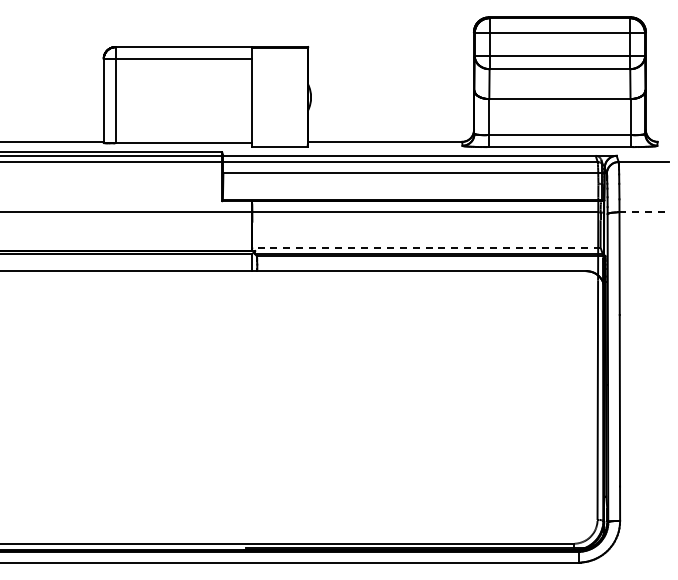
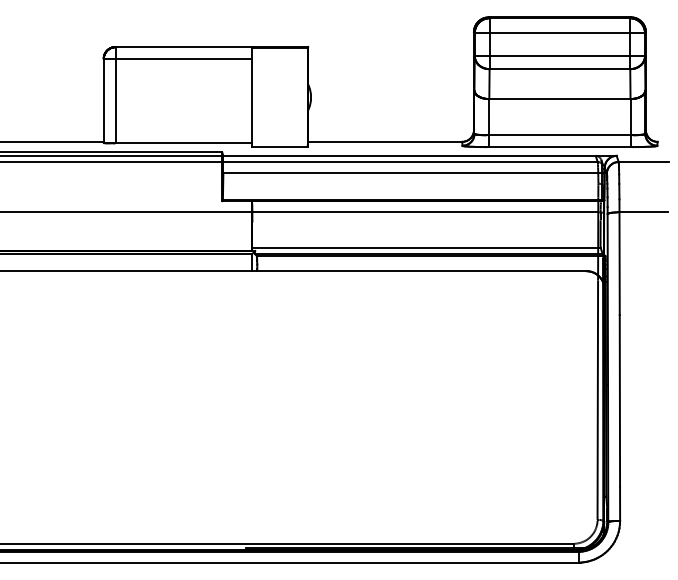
line at (644, 212): dashed -> solid
line at (425, 247): dashed -> solid
